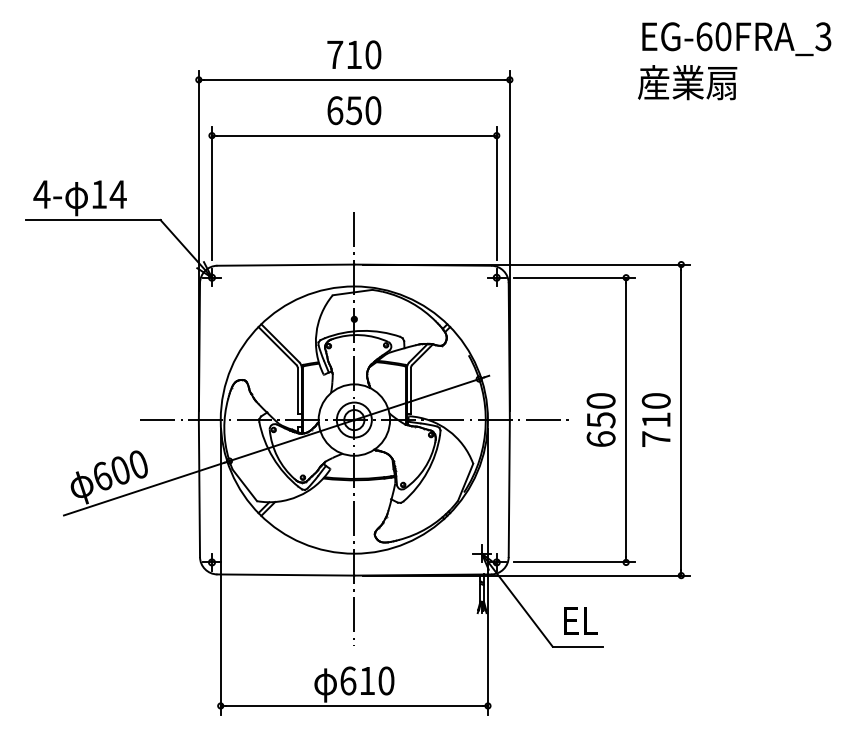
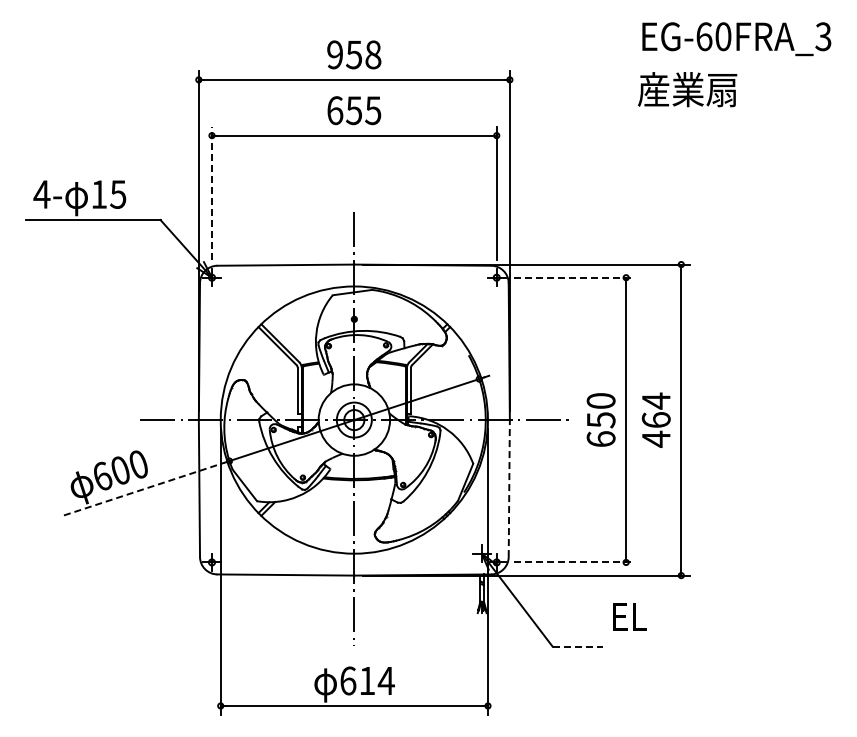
text at (354, 54): 710 -> 958
text at (687, 82) position: (687, 82) -> (687, 89)
text at (373, 110): 650 -> 655
line at (212, 193): solid -> dashed
text at (117, 194): 14 -> 15
line at (575, 277): solid -> dashed
text at (655, 419): 710 -> 464
line at (144, 488): solid -> dashed
line at (509, 488): solid -> dashed
line at (575, 562): solid -> dashed
text at (580, 620) position: (580, 620) -> (629, 616)
line at (578, 646): solid -> dashed
text at (385, 680): 610 -> 614
